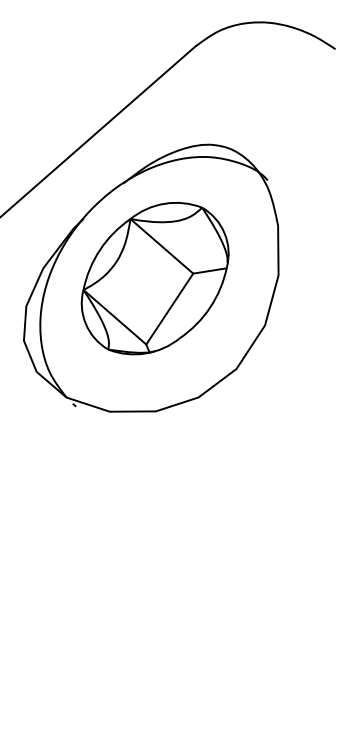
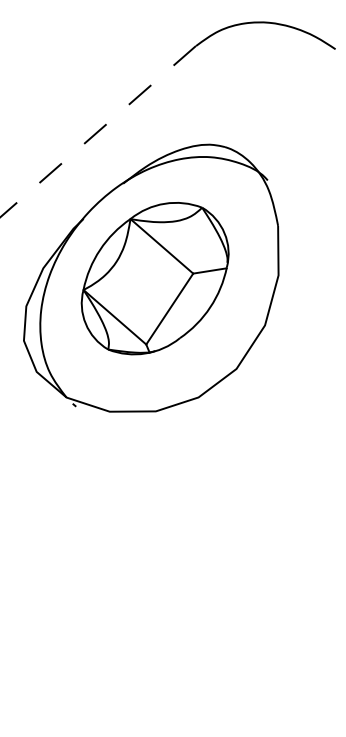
line at (98, 131): solid -> dashed
